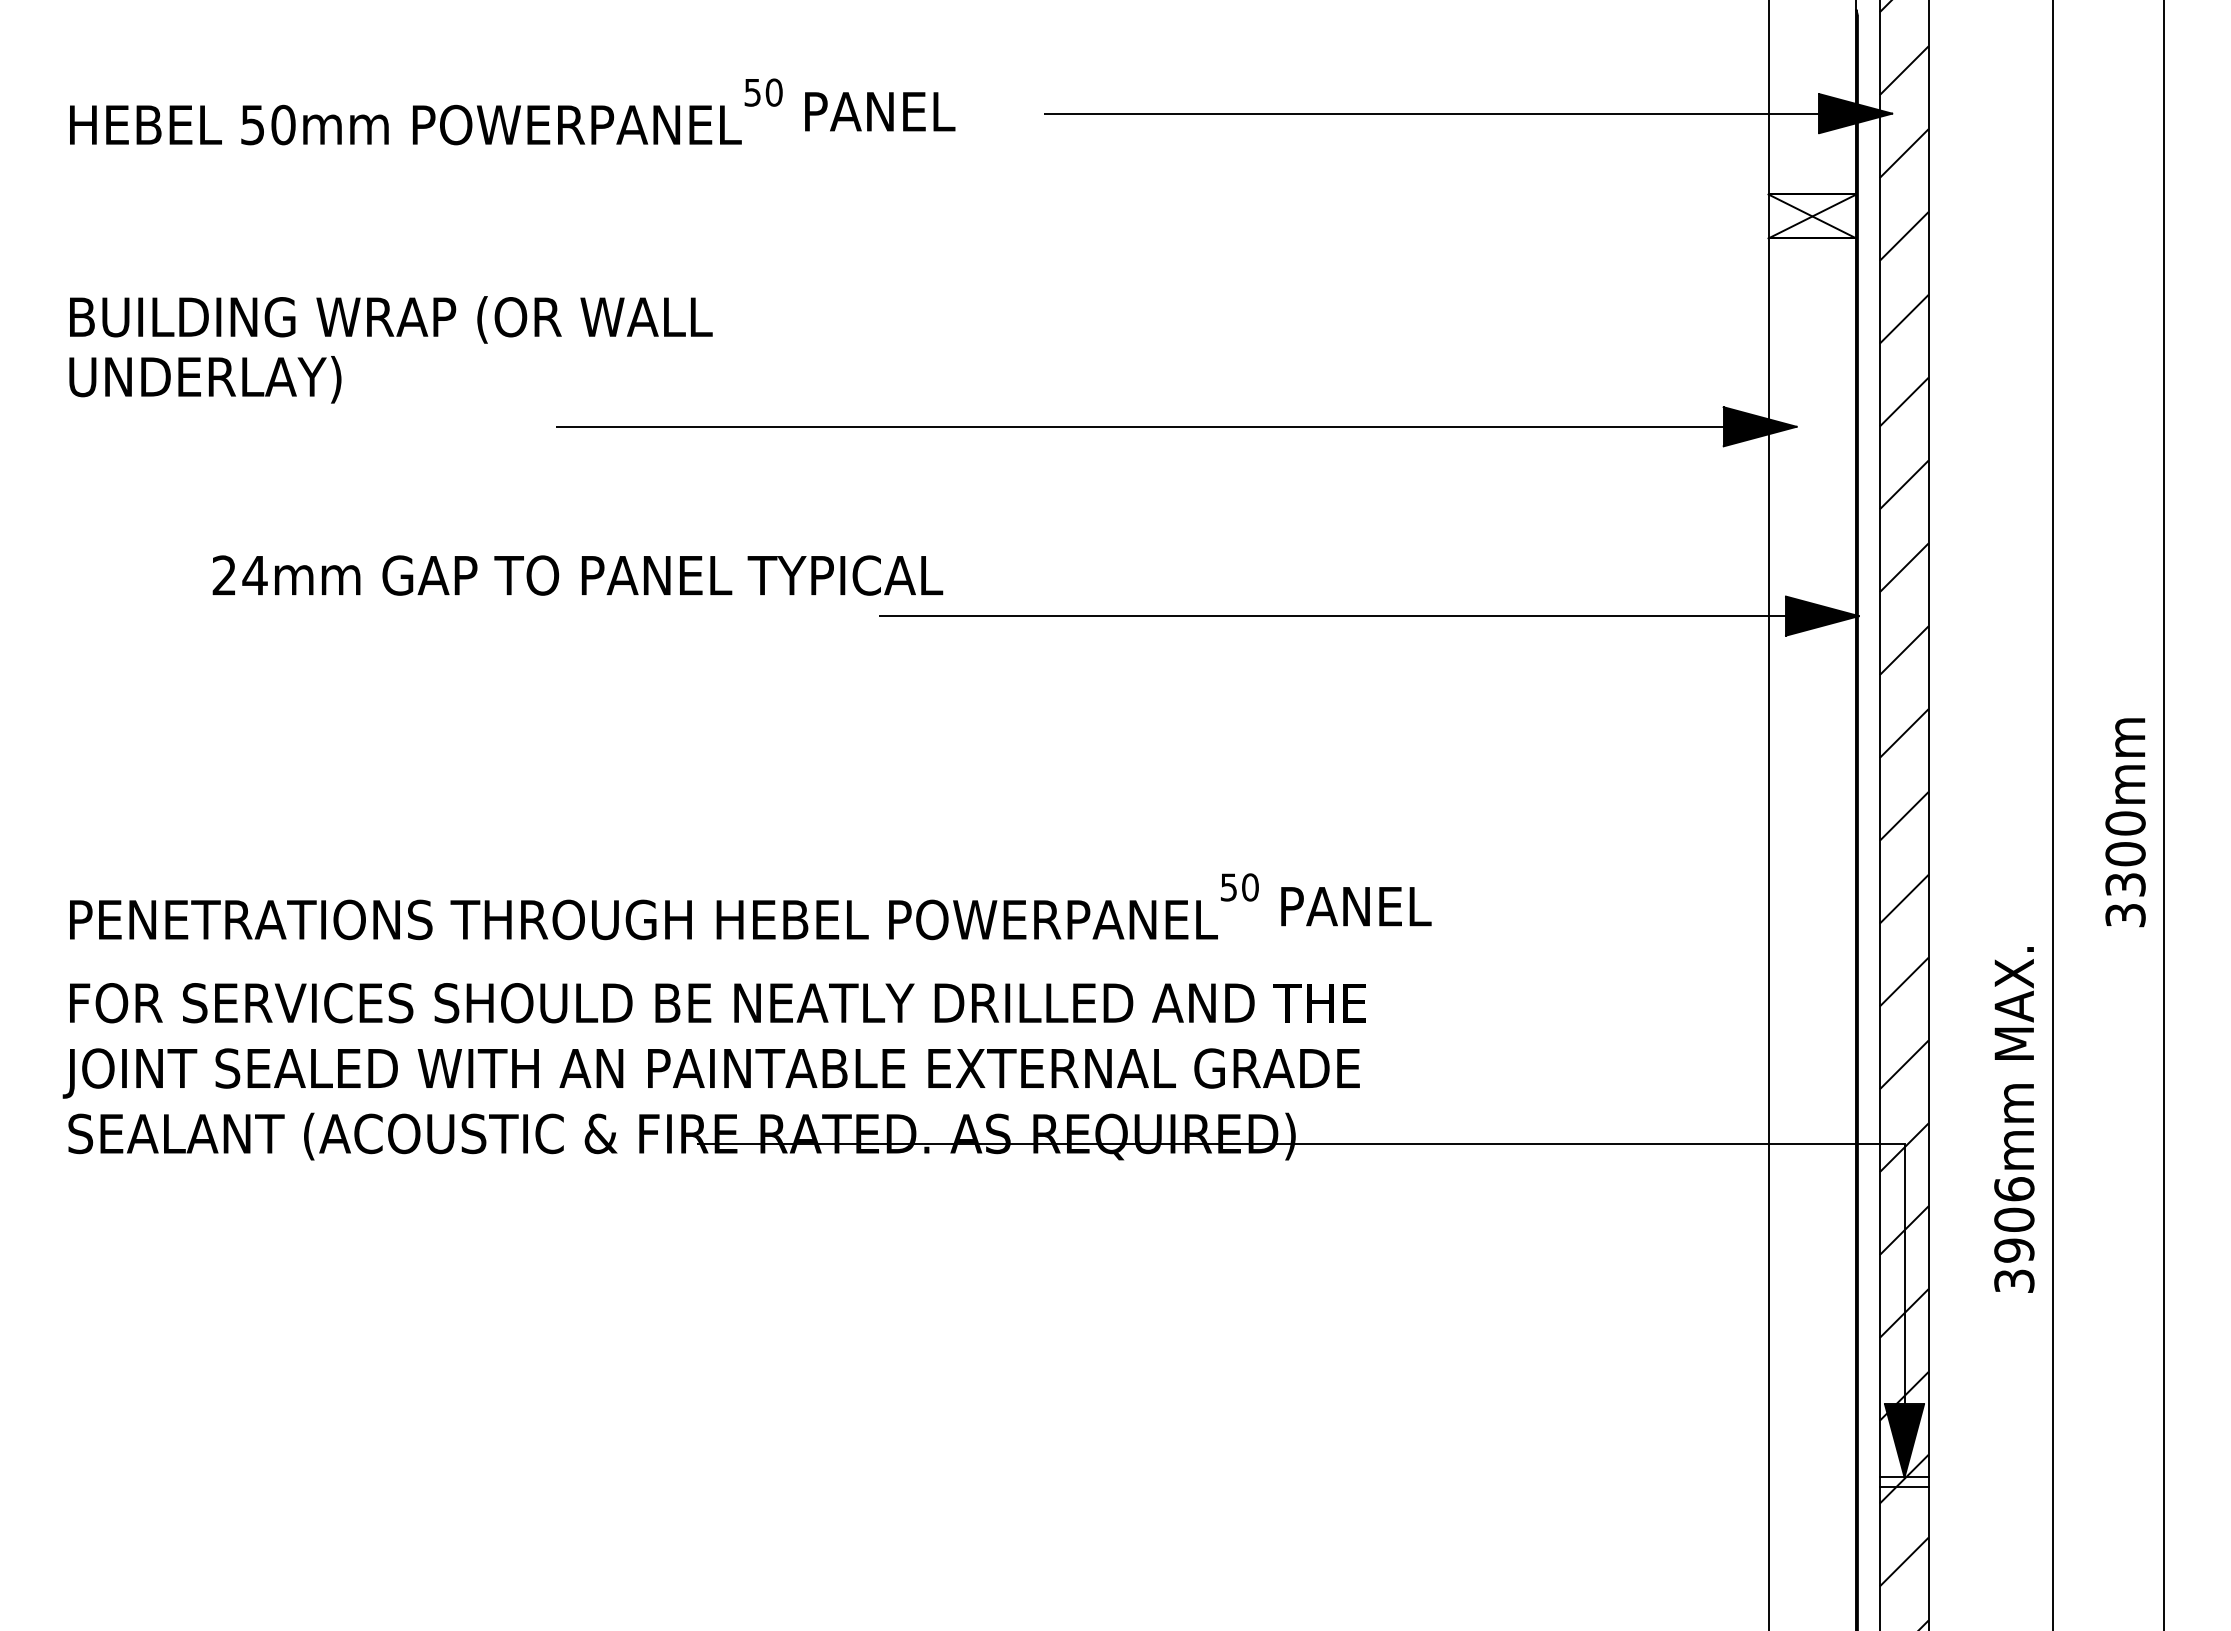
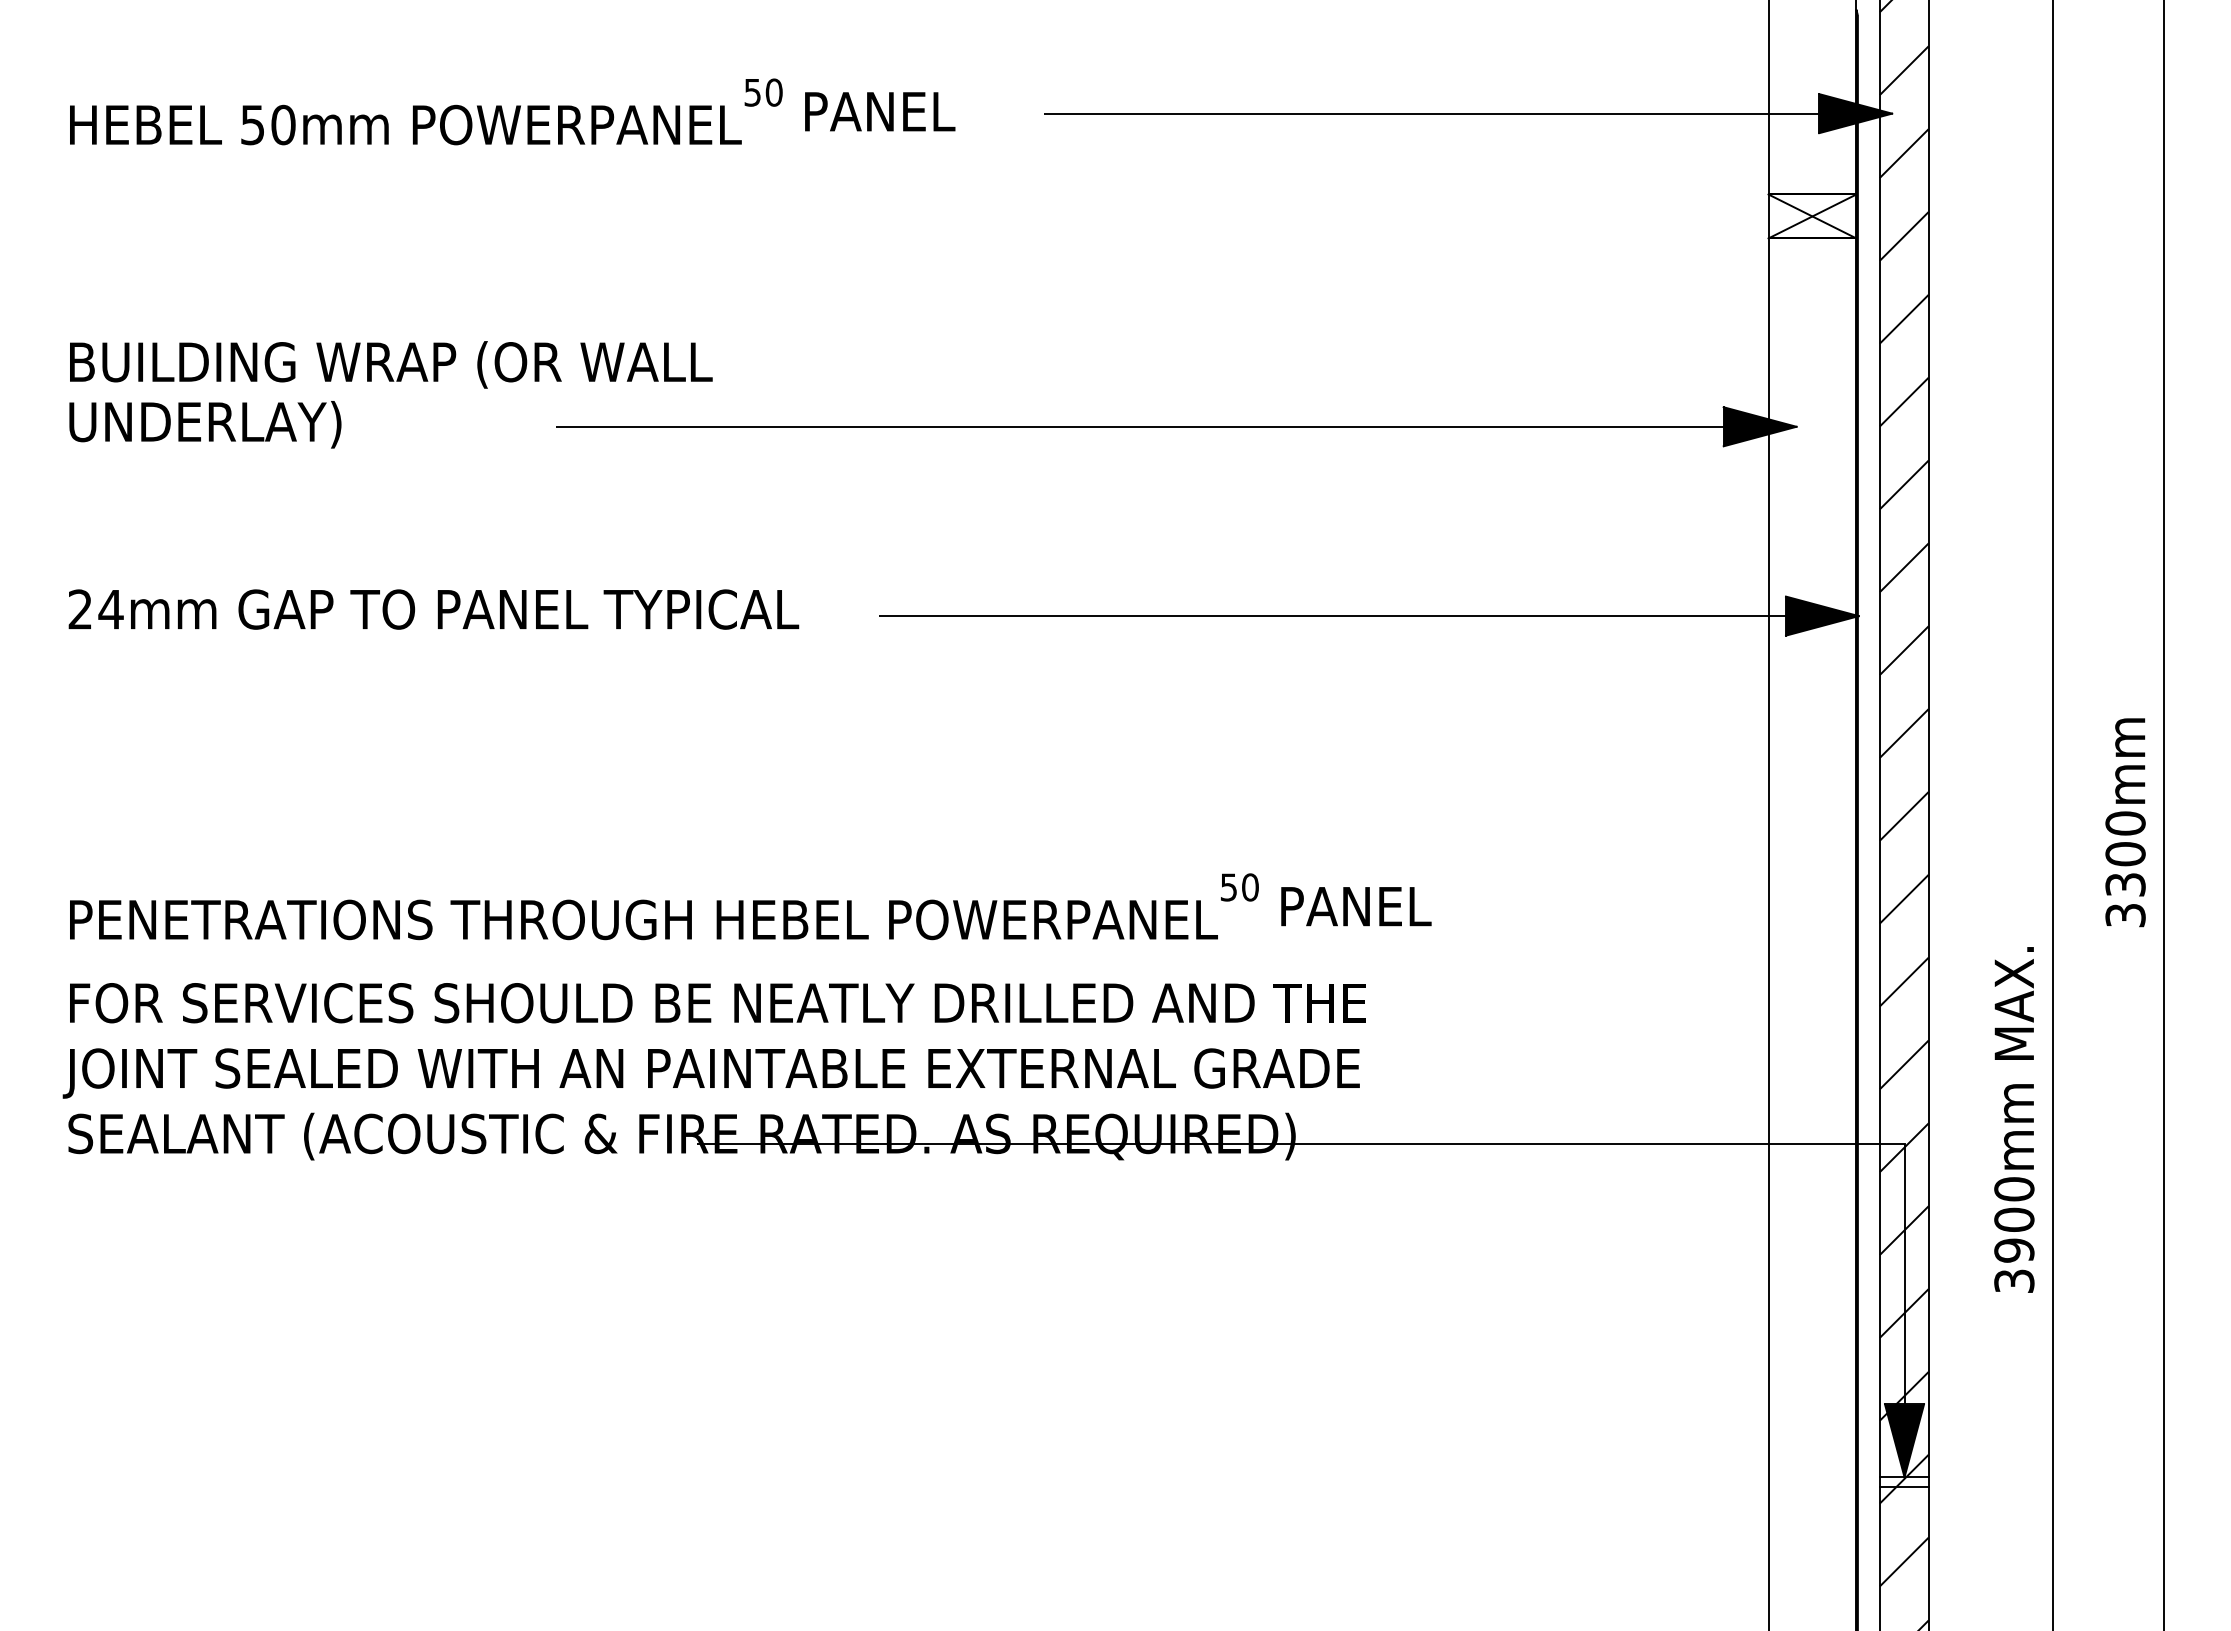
text at (390, 349) position: (390, 349) -> (390, 394)
text at (577, 575) position: (577, 575) -> (433, 609)
text at (2014, 1189): 3906mm -> 3900mm
